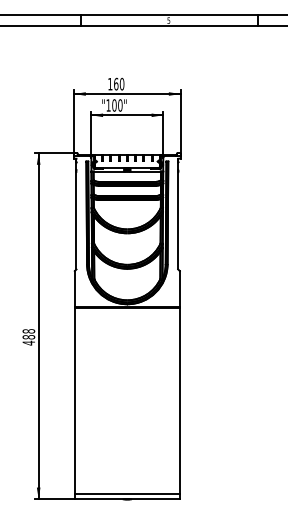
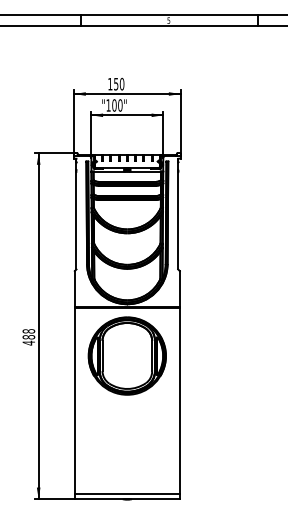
text at (116, 83): 160 -> 150
part at (126, 355): none -> present
